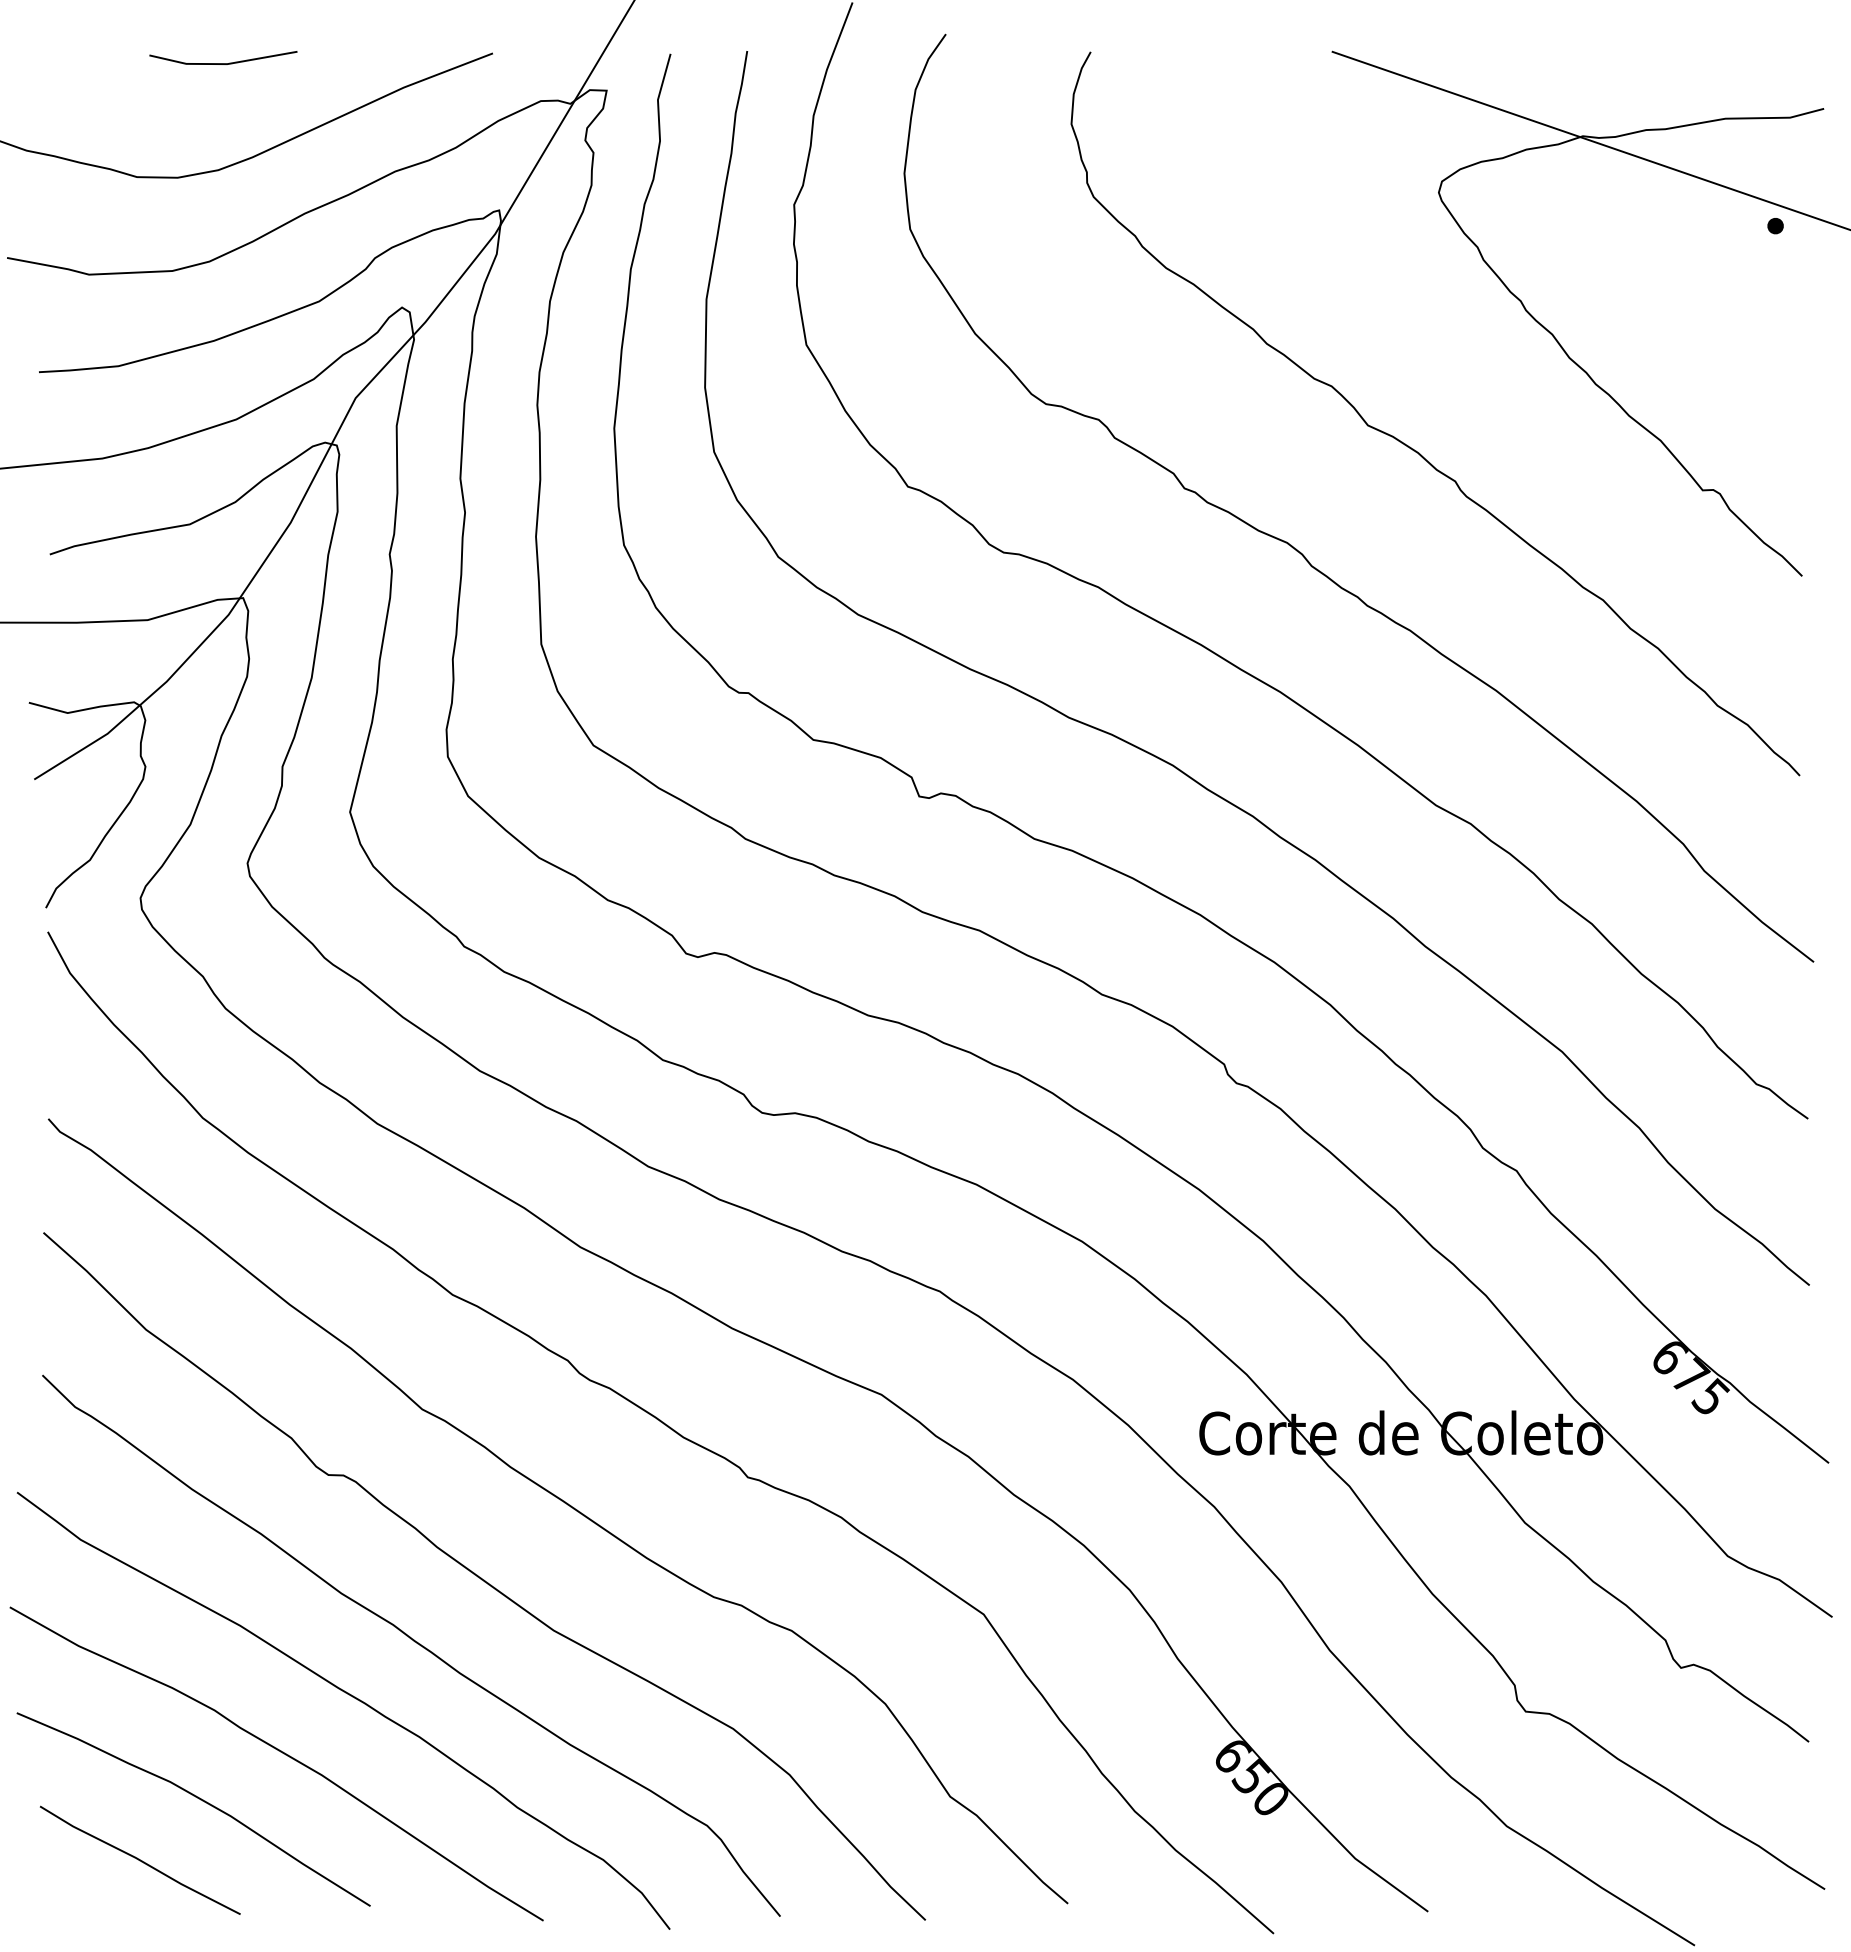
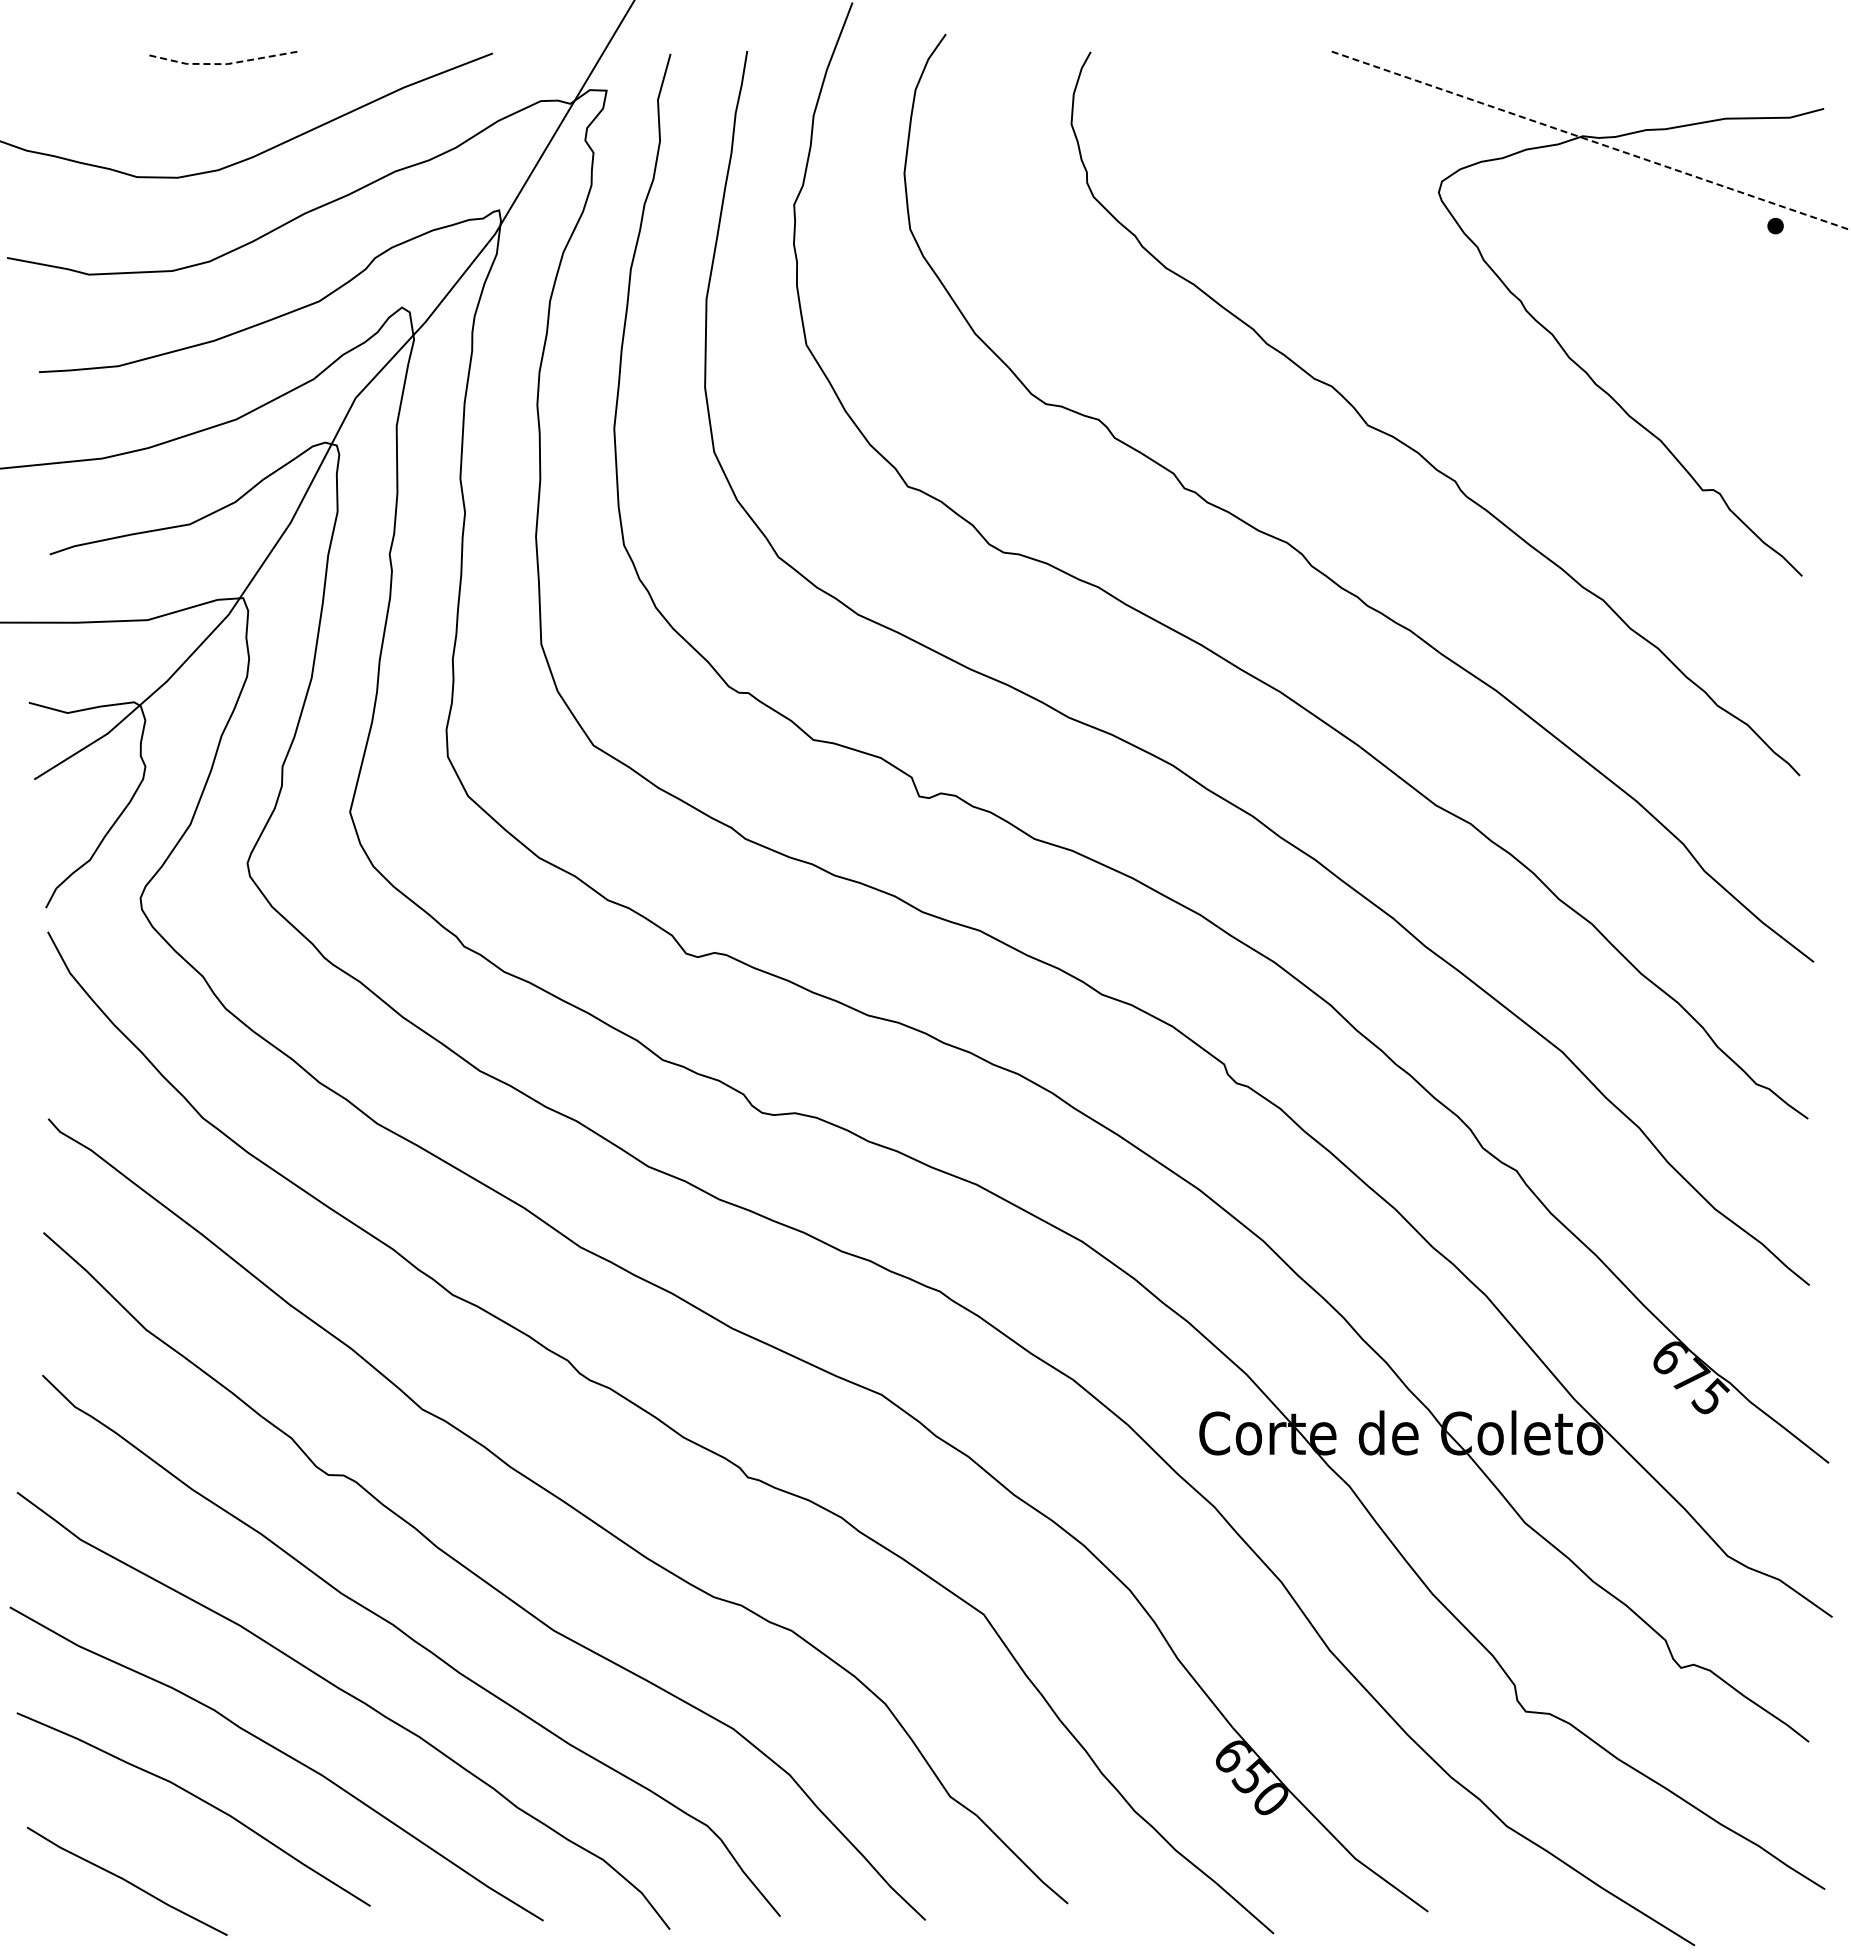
line at (224, 64): solid -> dashed
line at (1590, 140): solid -> dashed
line at (139, 1859) position: (139, 1859) -> (126, 1880)
